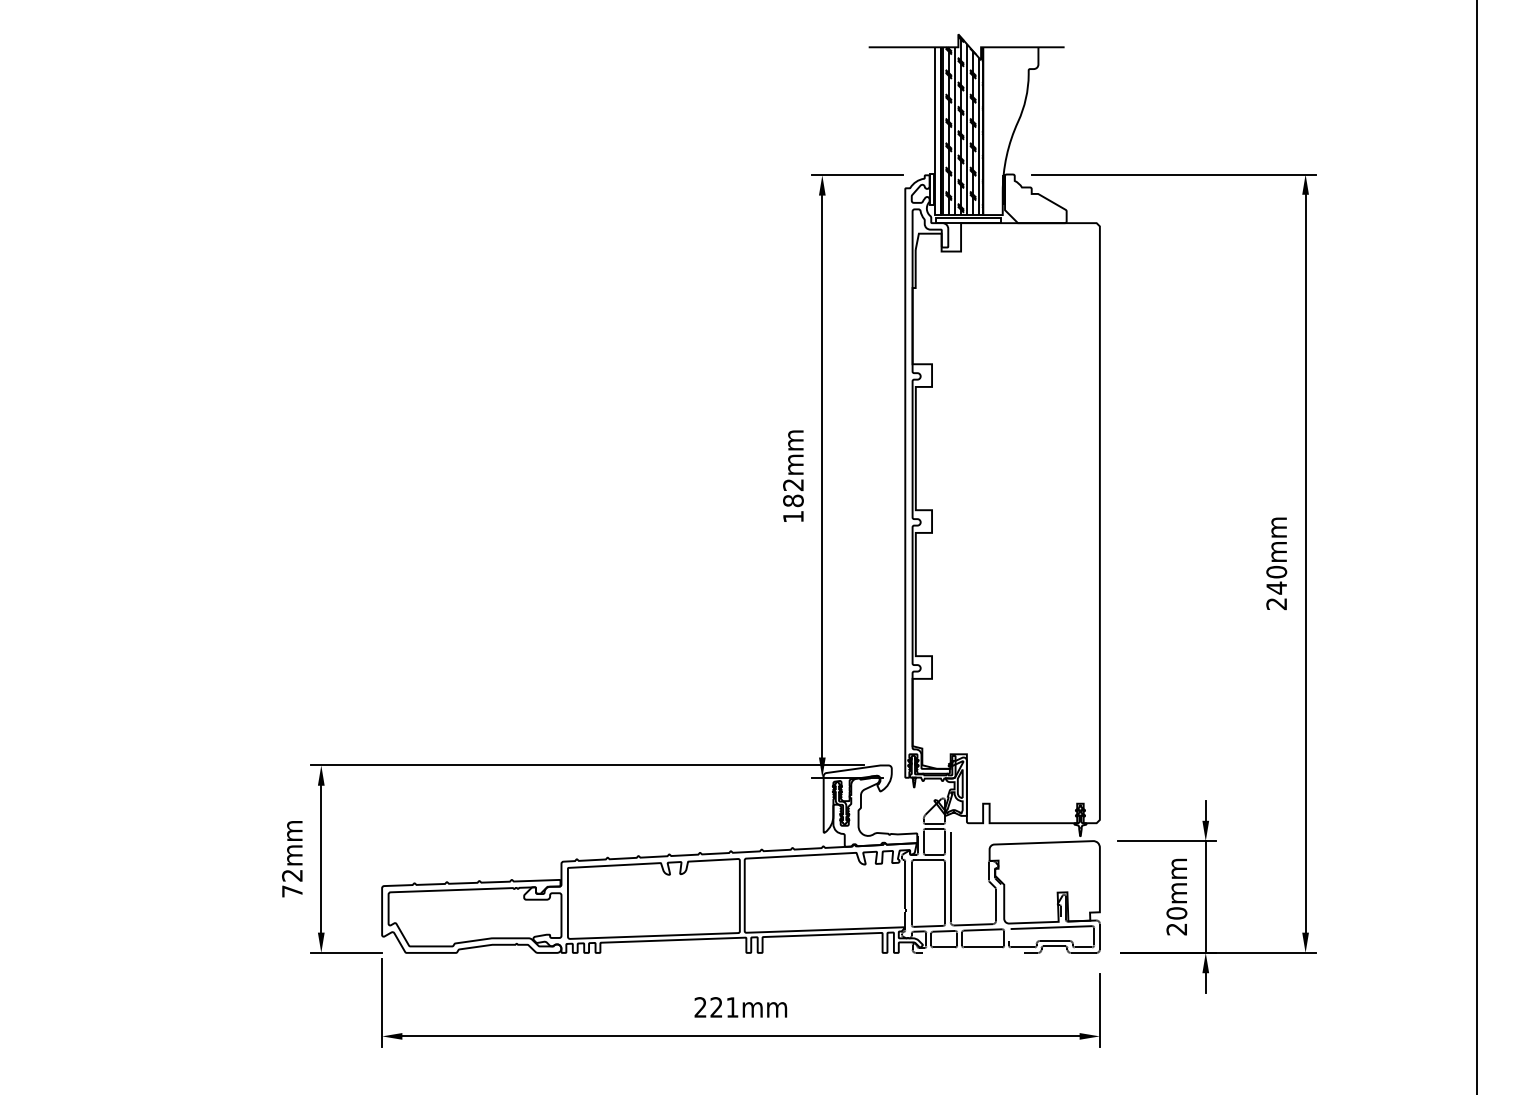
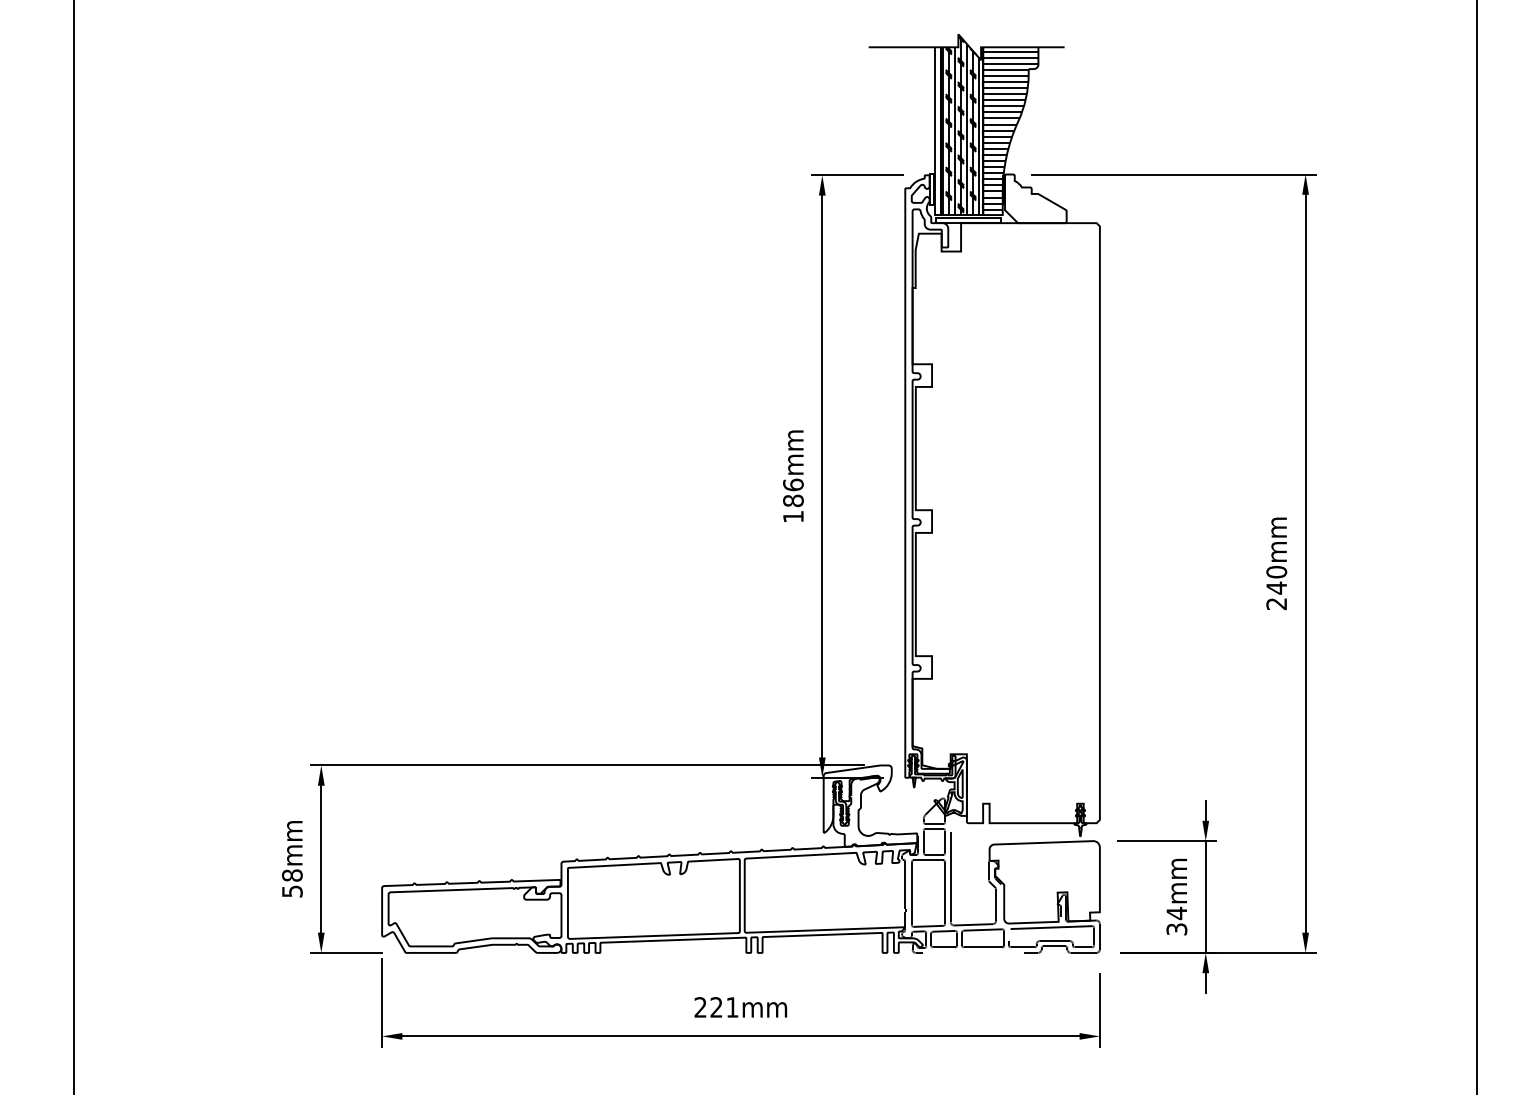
hatch at (1010, 130): none -> present
text at (793, 484): 182mm -> 186mm
line at (73, 546): none -> present
text at (292, 883): 72mm -> 58mm
text at (1176, 920): 20mm -> 34mm
